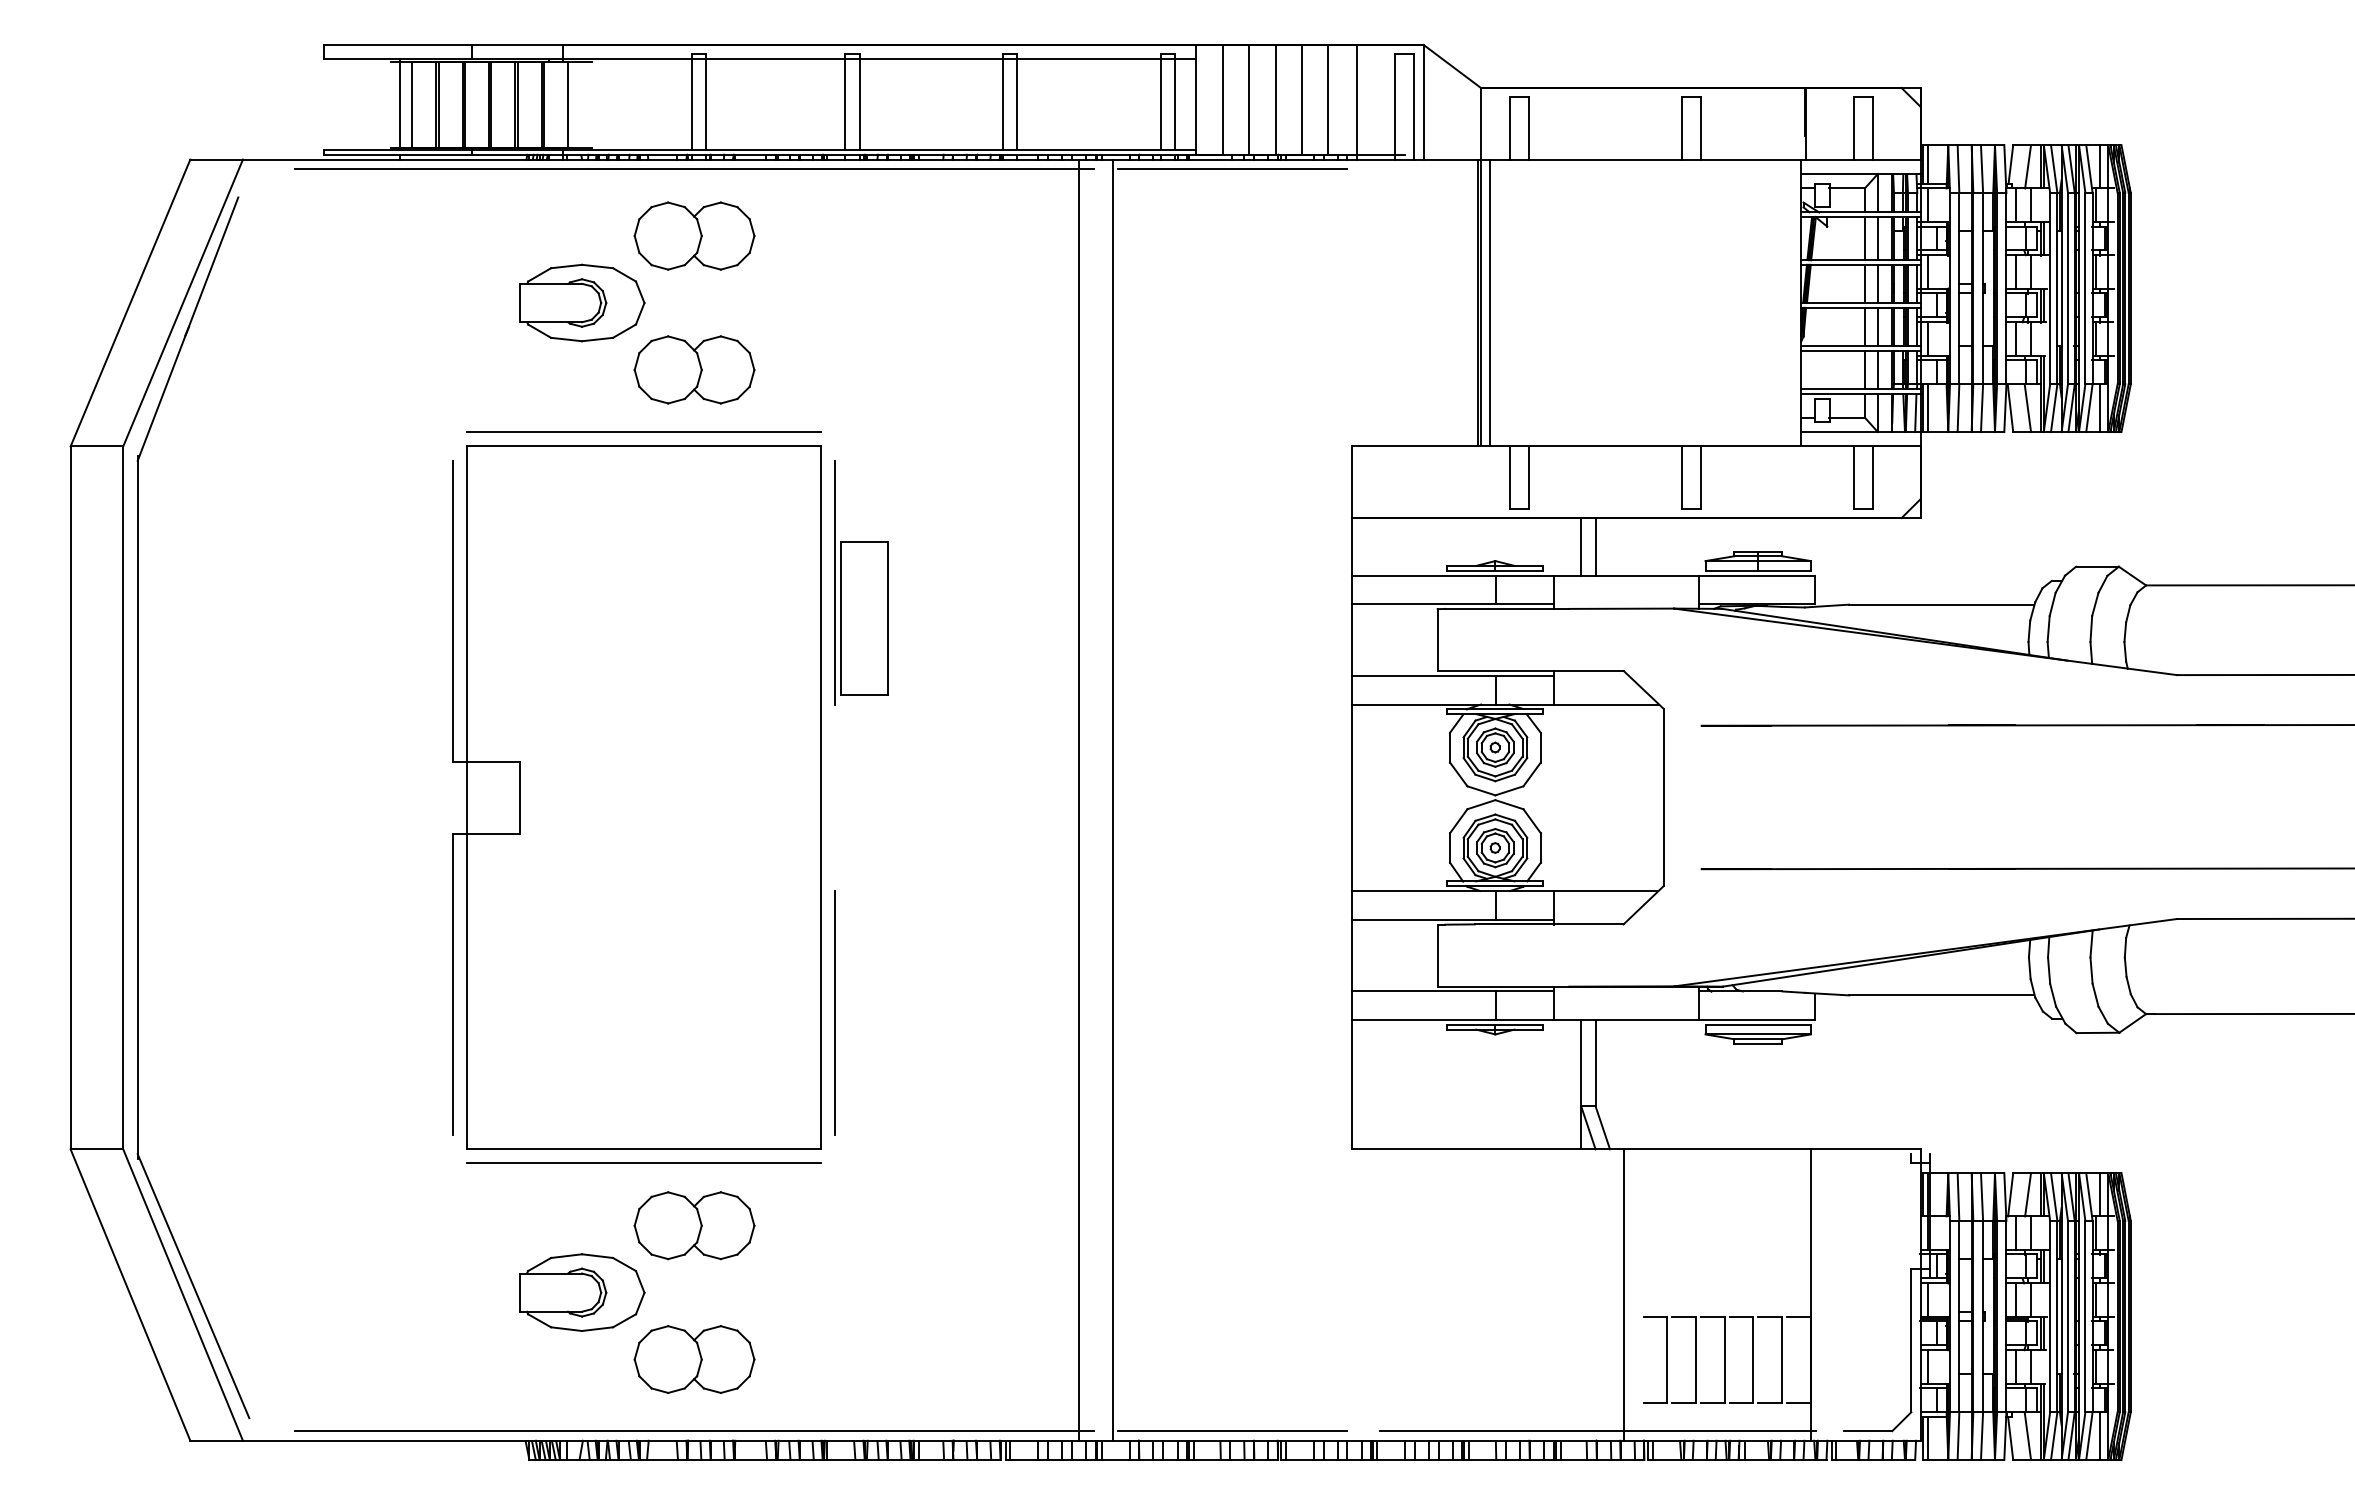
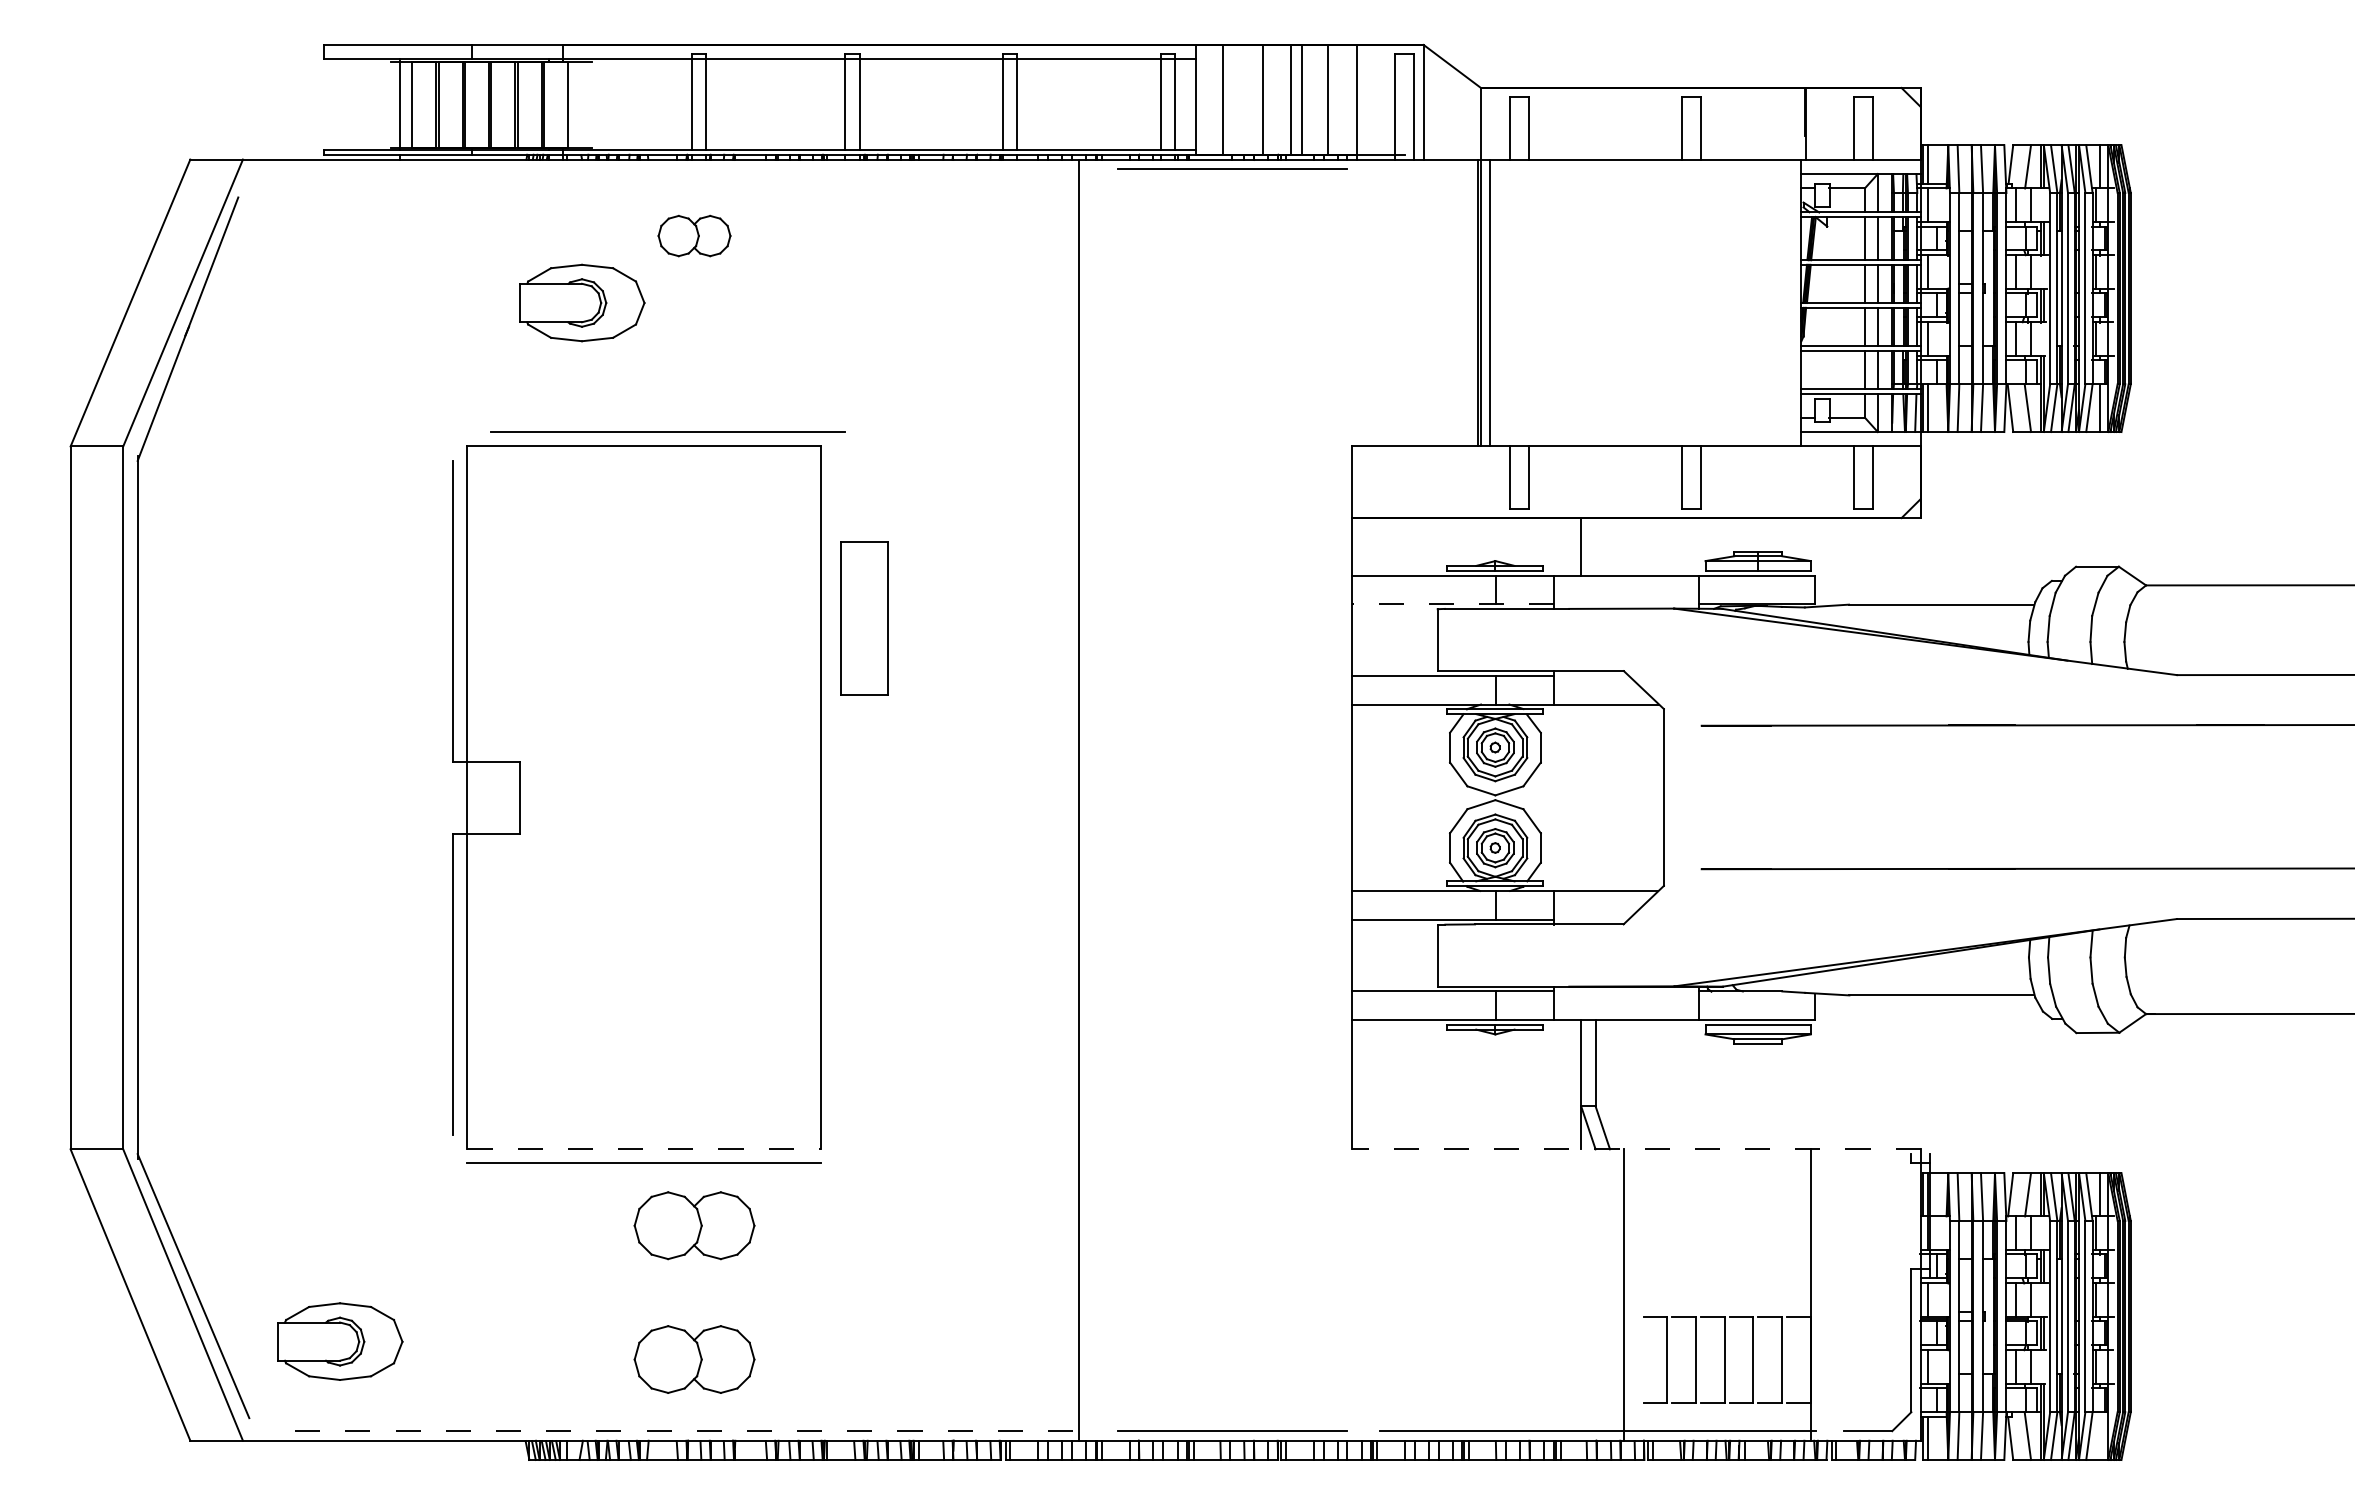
line at (1249, 99) position: (1249, 99) -> (1263, 99)
line at (1275, 99) position: (1275, 99) -> (1290, 99)
line at (694, 169): present -> none
part at (694, 235) size: 123x70 px -> 75x44 px
part at (694, 369): present -> none
line at (643, 431) position: (643, 431) -> (667, 431)
line at (1595, 546): present -> none
line at (835, 582): present -> none
line at (1452, 604): solid -> dashed
line at (1113, 799): present -> none
line at (835, 1012): present -> none
line at (644, 1149): solid -> dashed
line at (1635, 1149): solid -> dashed
part at (582, 1292) position: (582, 1292) -> (340, 1341)
line at (695, 1431): solid -> dashed
line at (2100, 1436): present -> none
